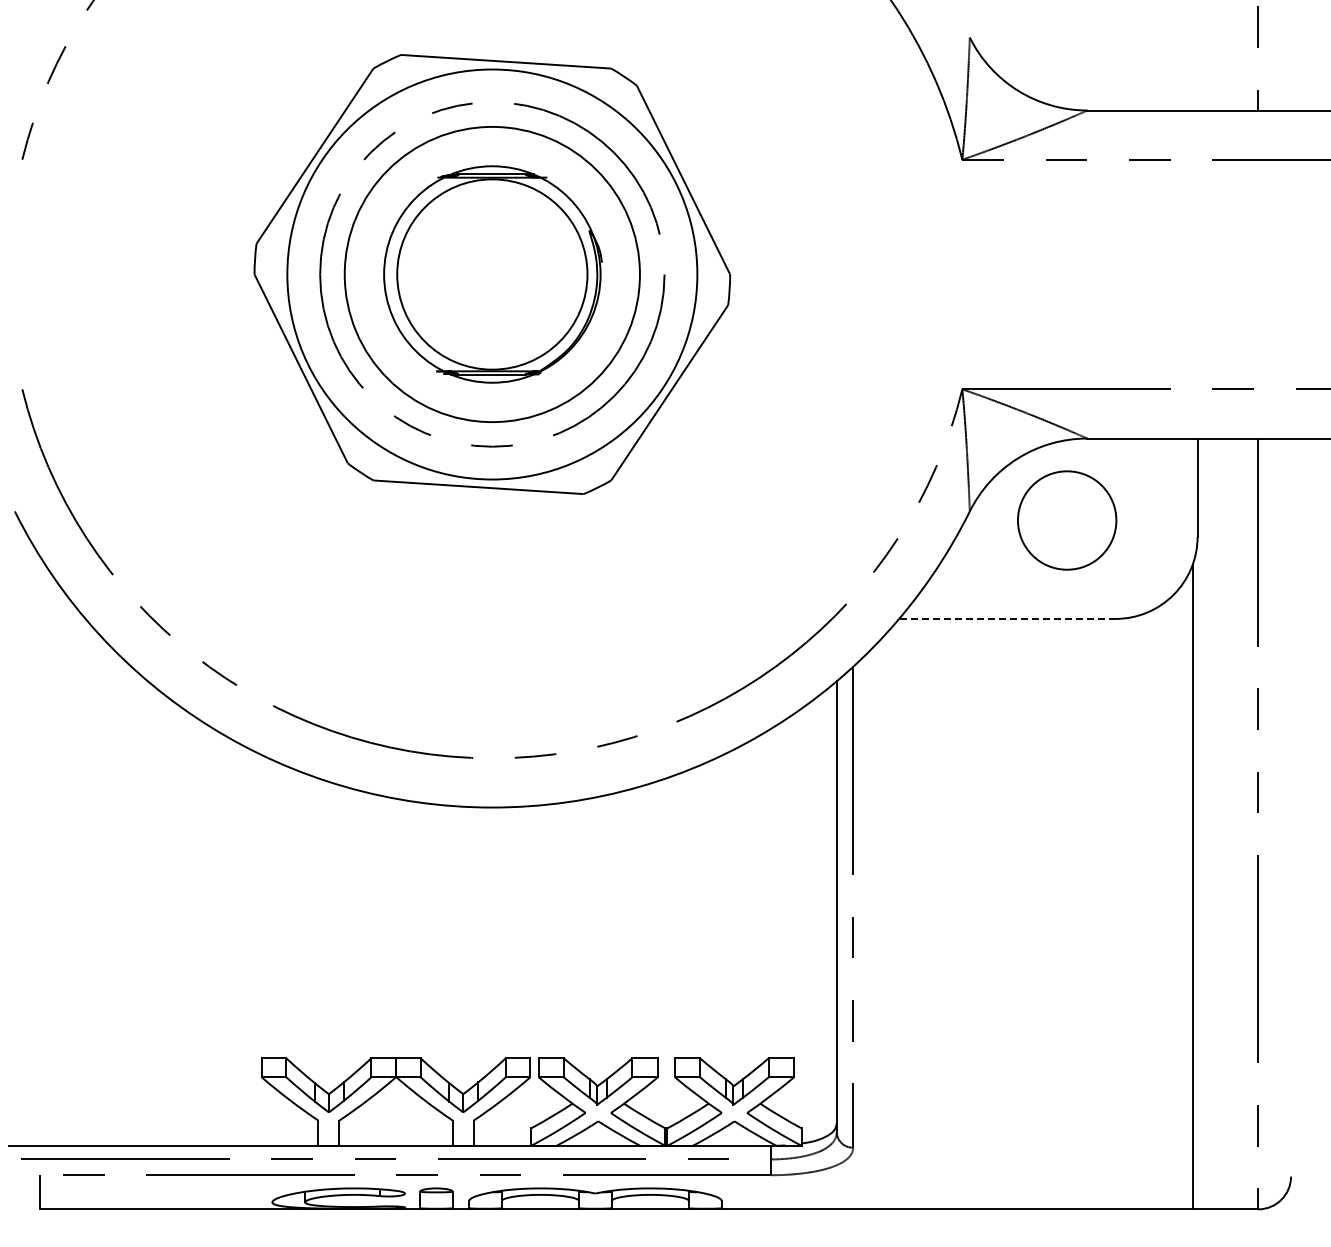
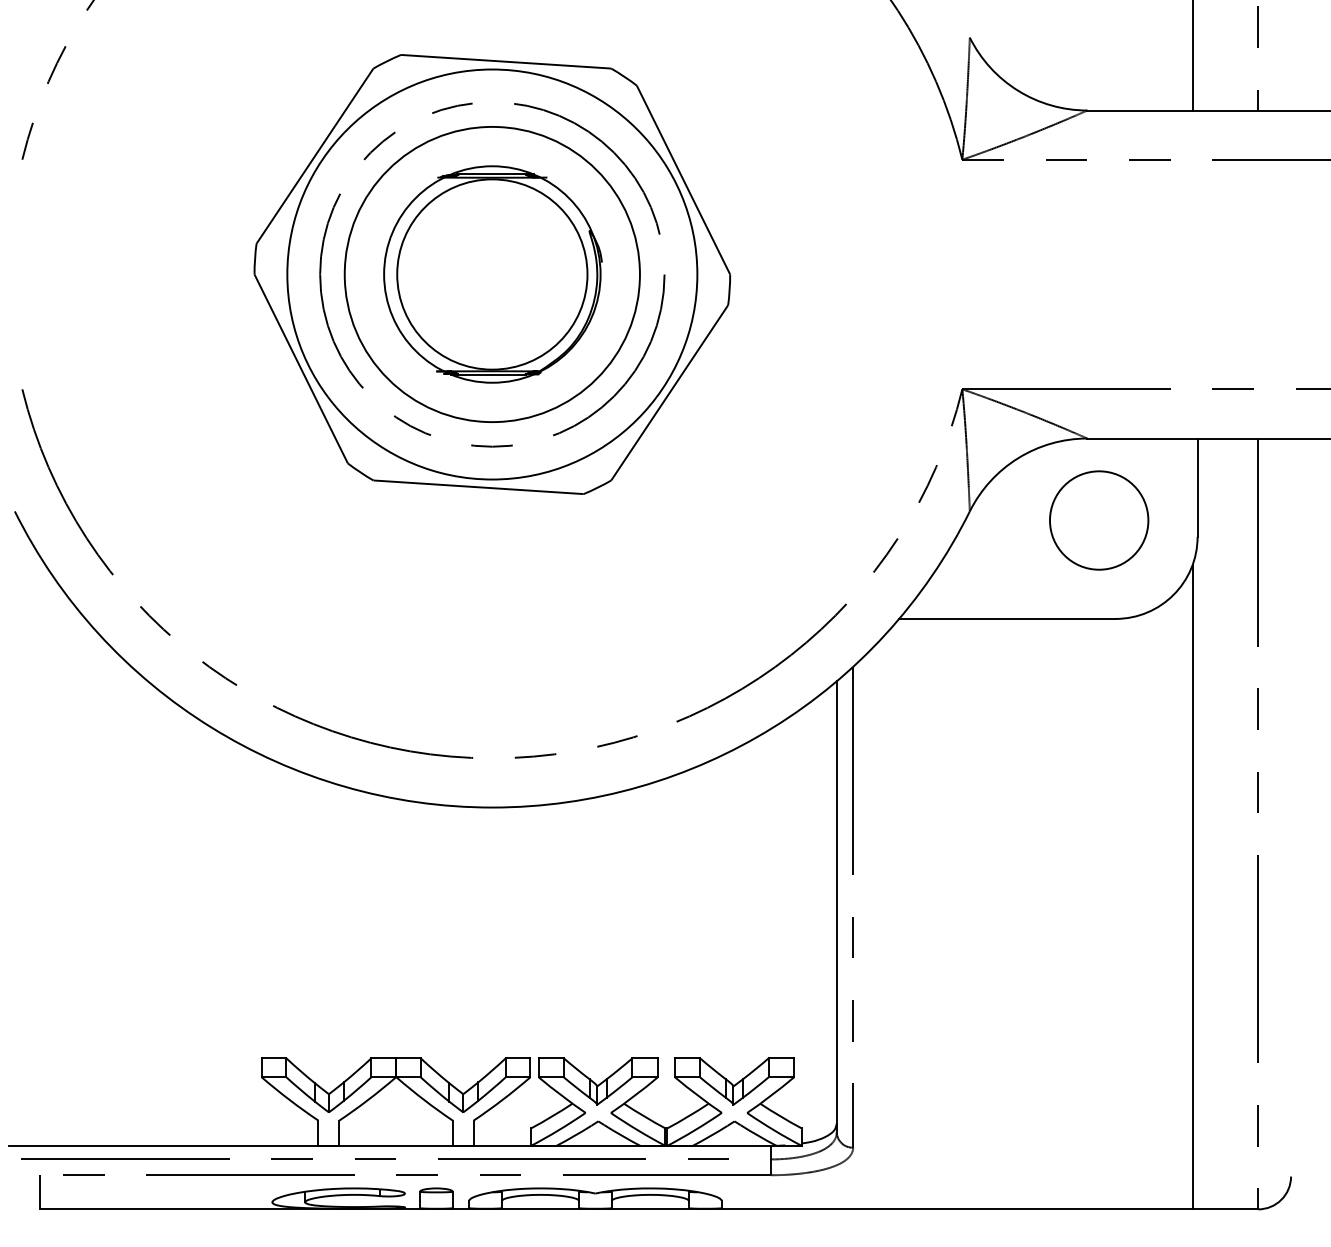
line at (1192, 56): none -> present
circle at (1067, 520) position: (1067, 520) -> (1099, 520)
line at (1006, 618): dashed -> solid
